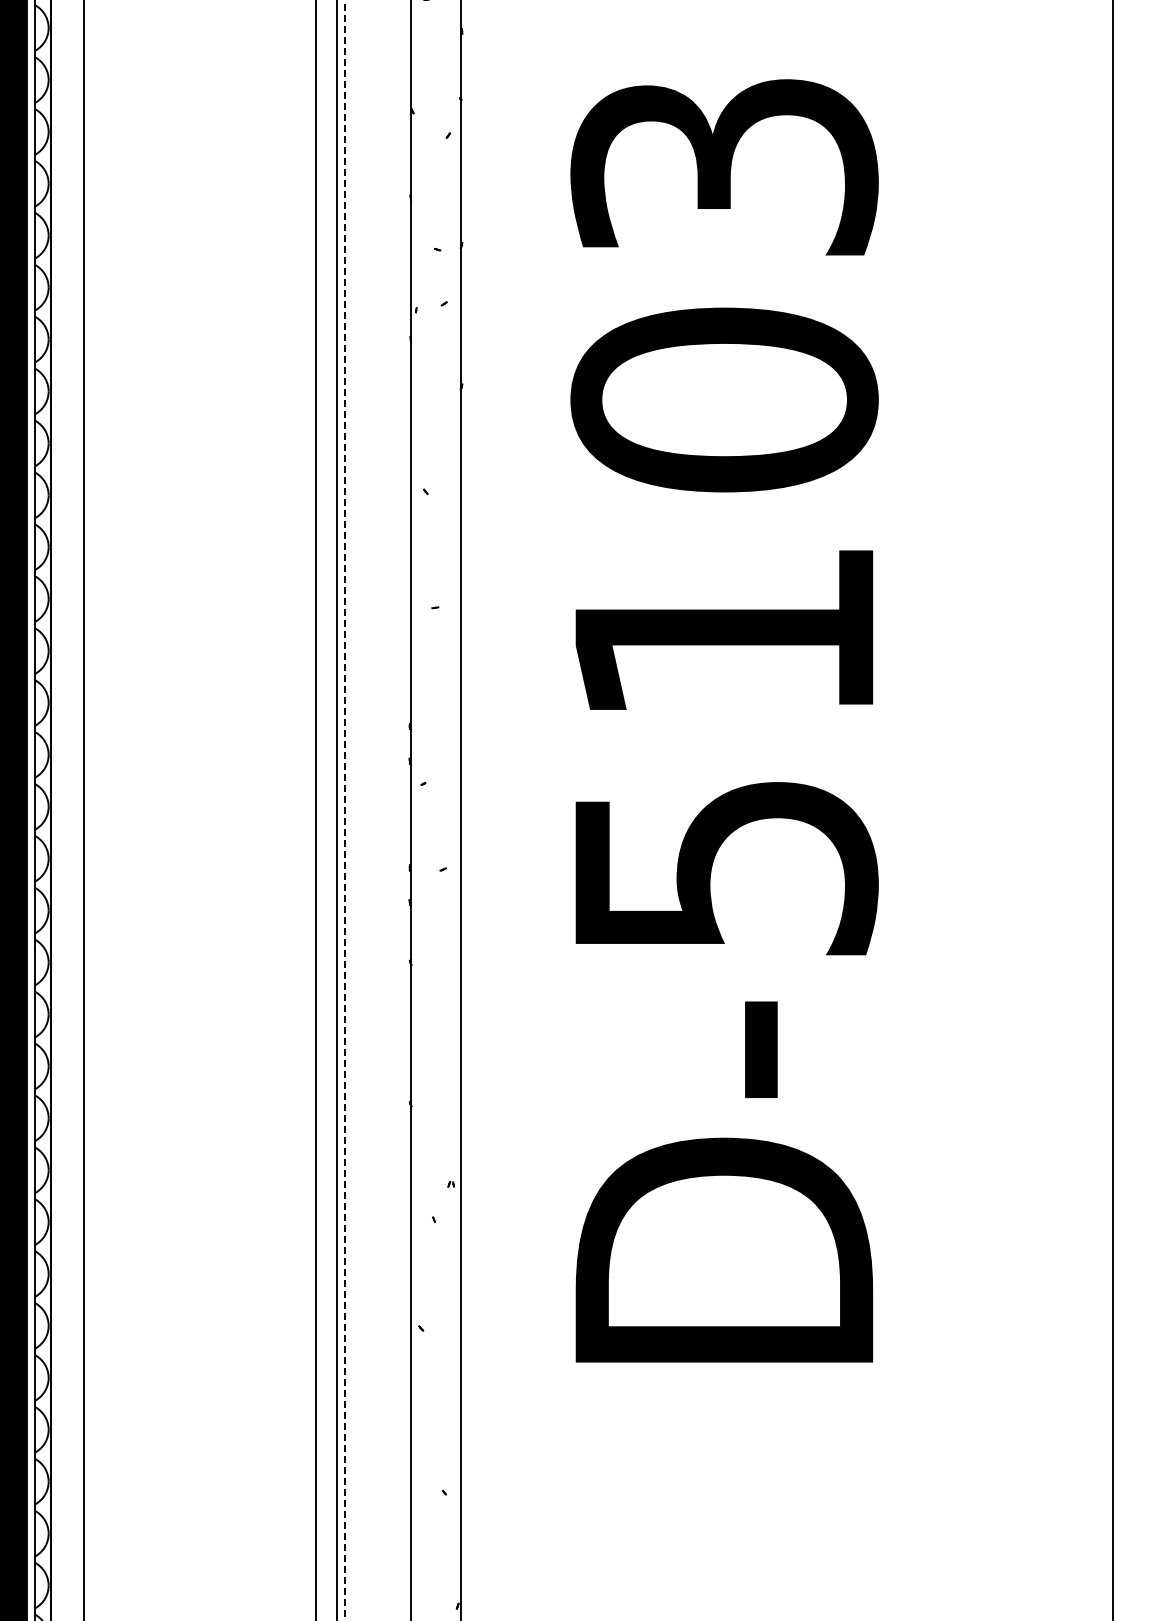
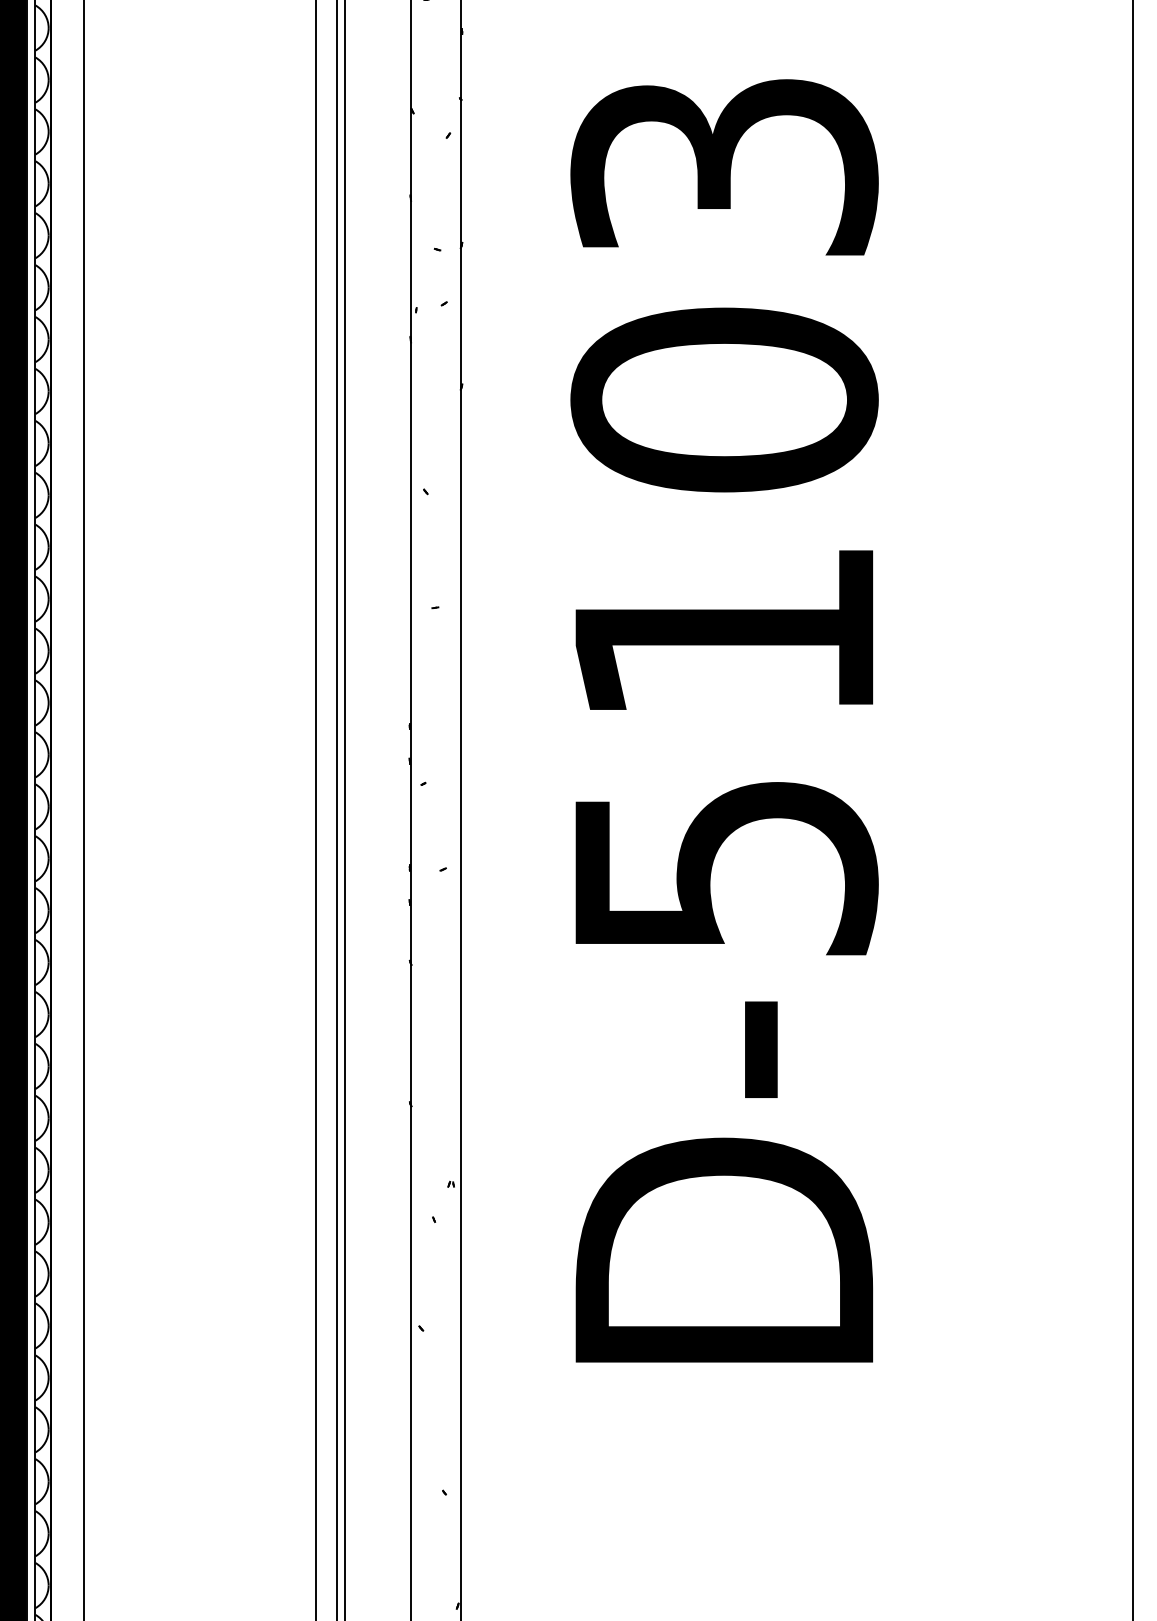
line at (1112, 809) position: (1112, 809) -> (1132, 809)
line at (345, 810): dashed -> solid
